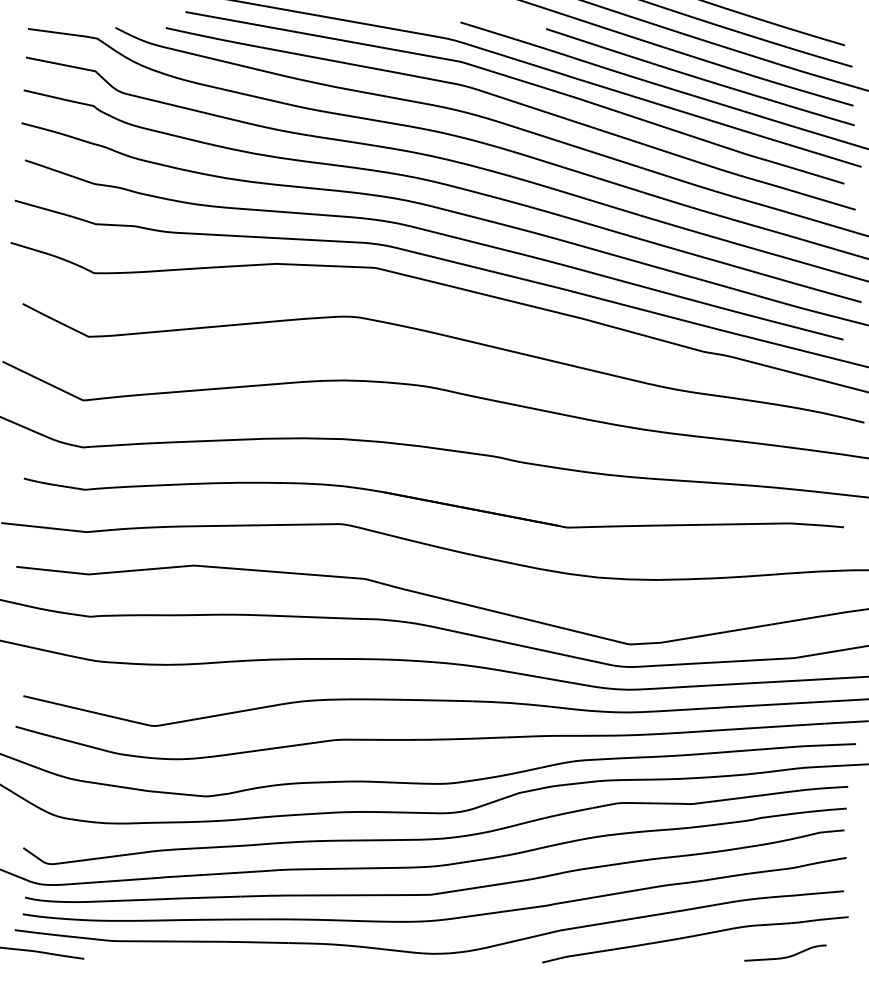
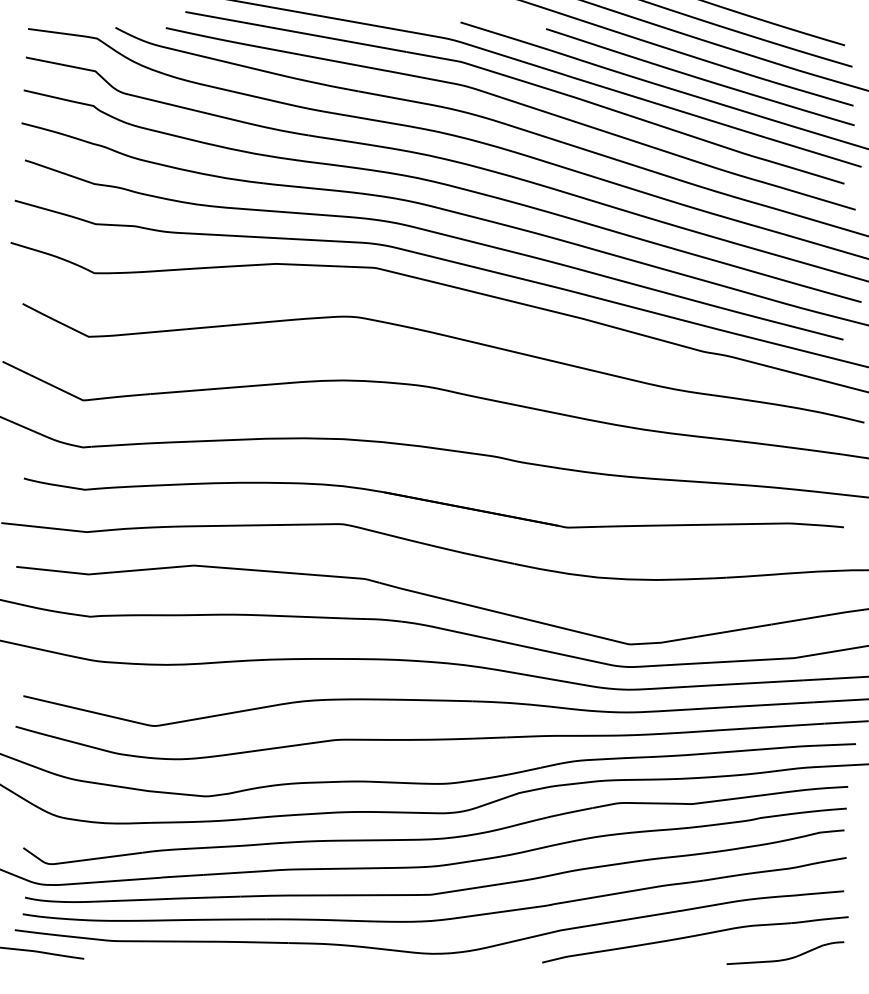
part at (785, 952) size: 83x18 px -> 119x24 px
